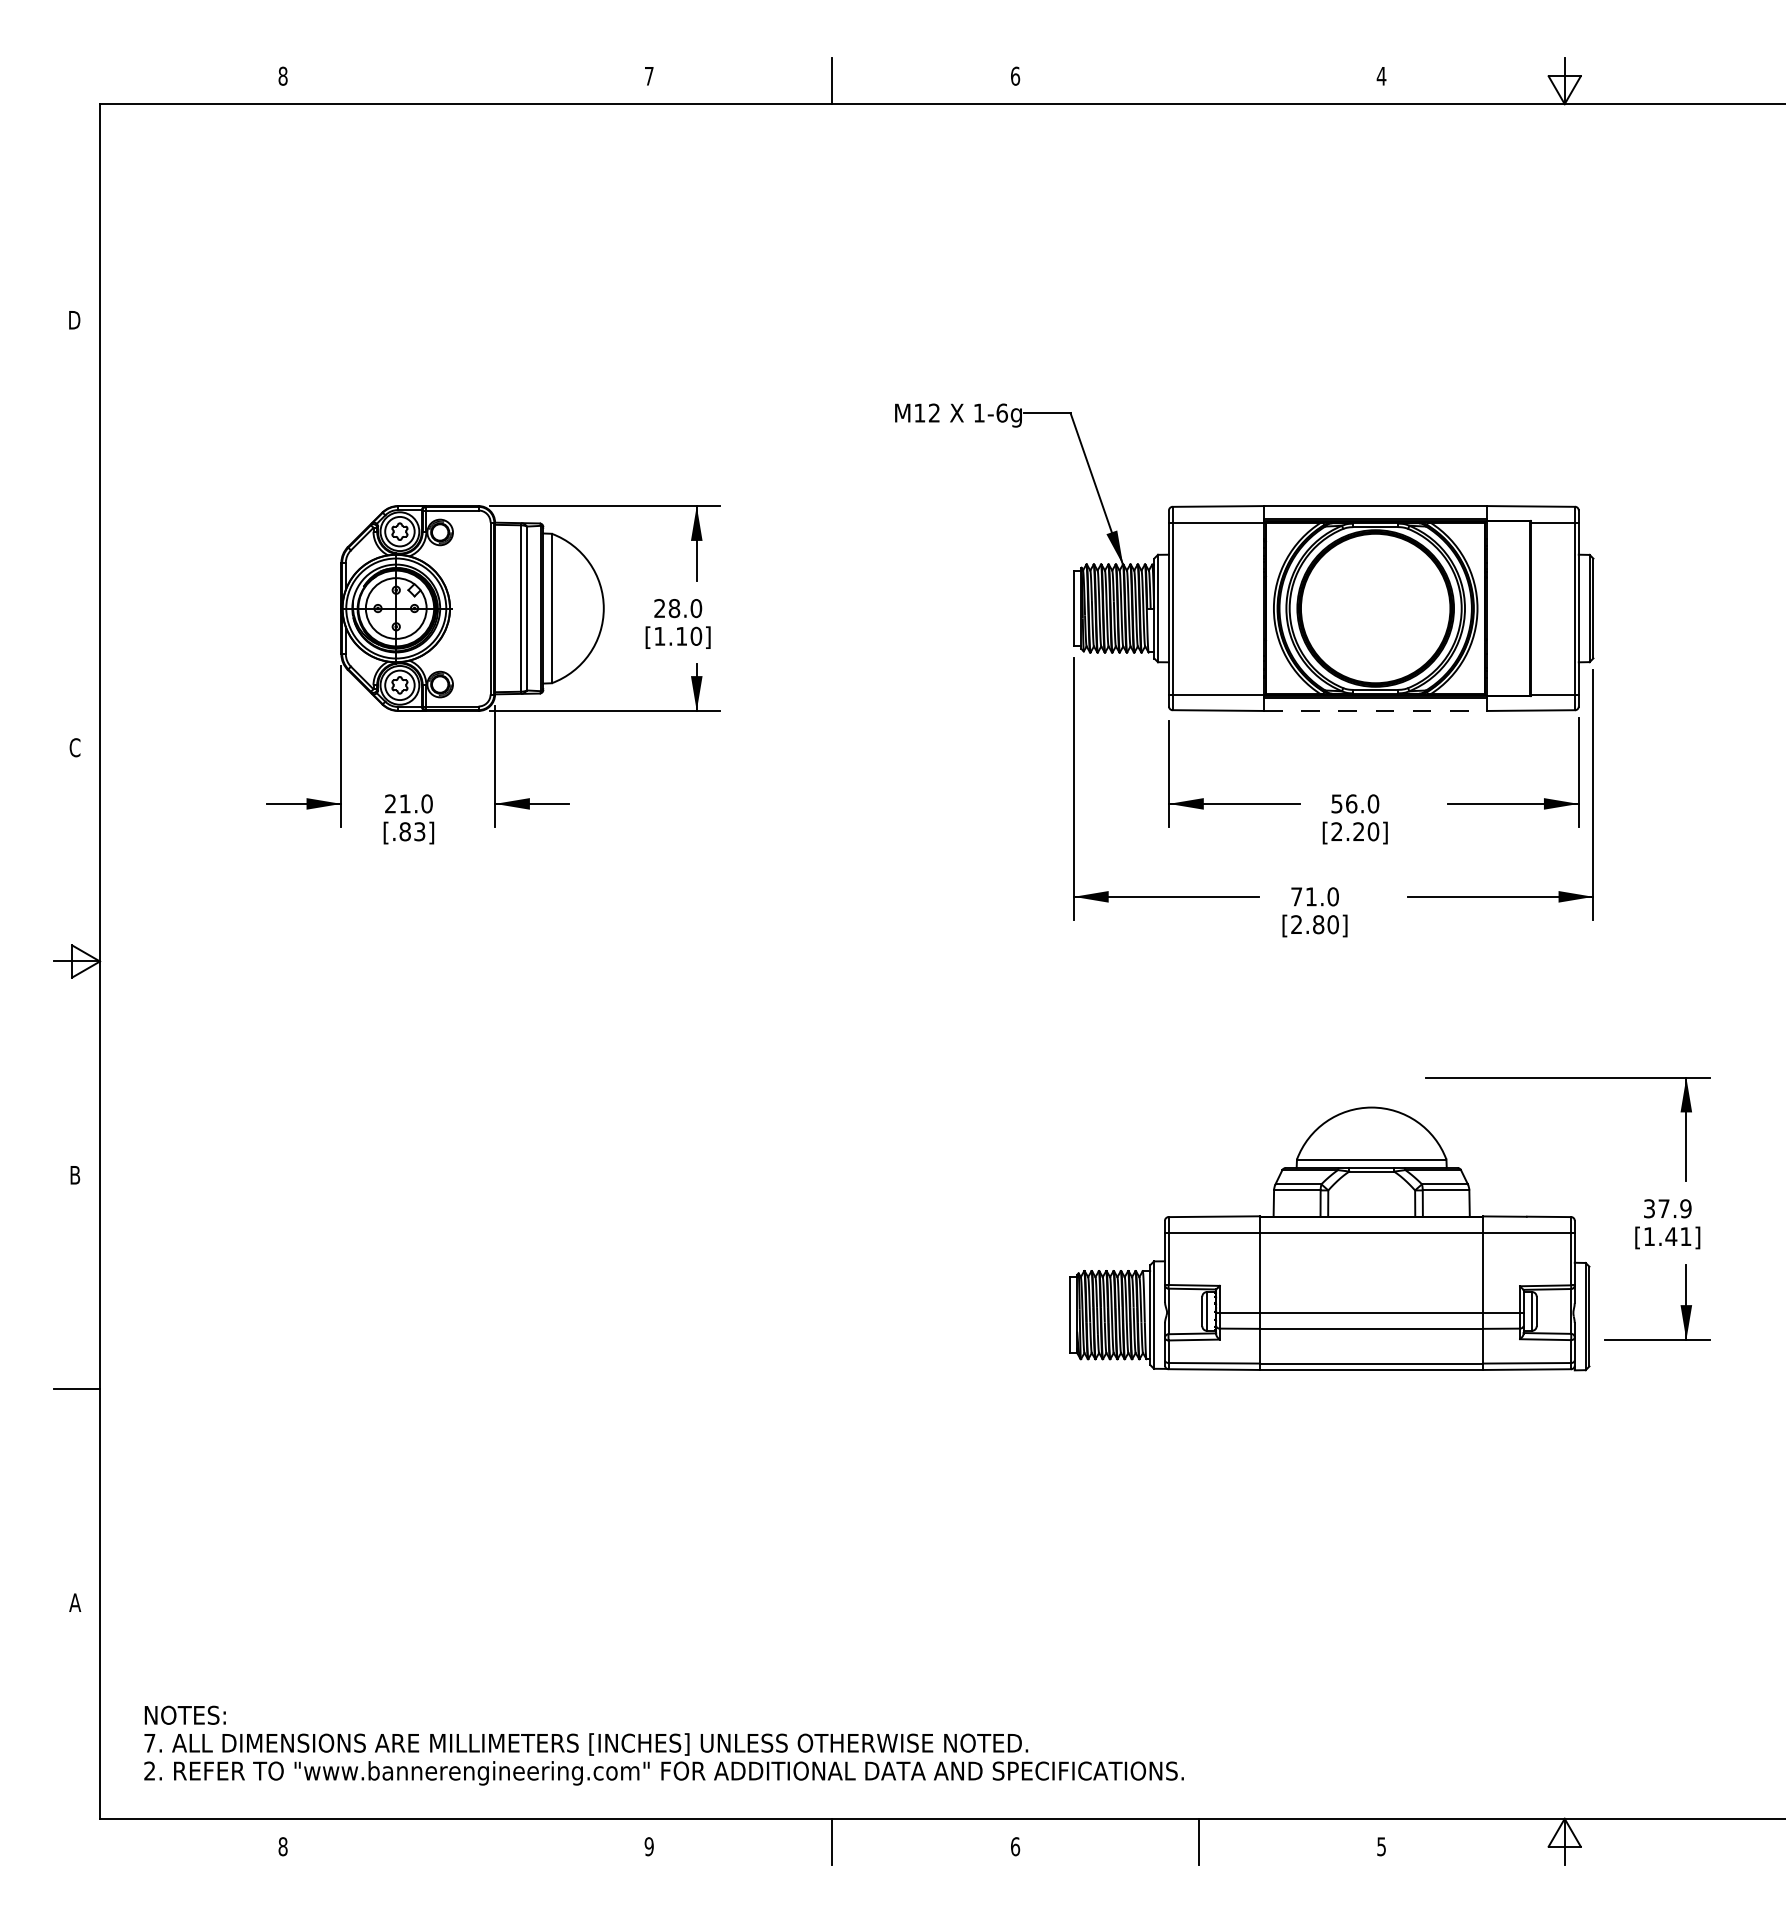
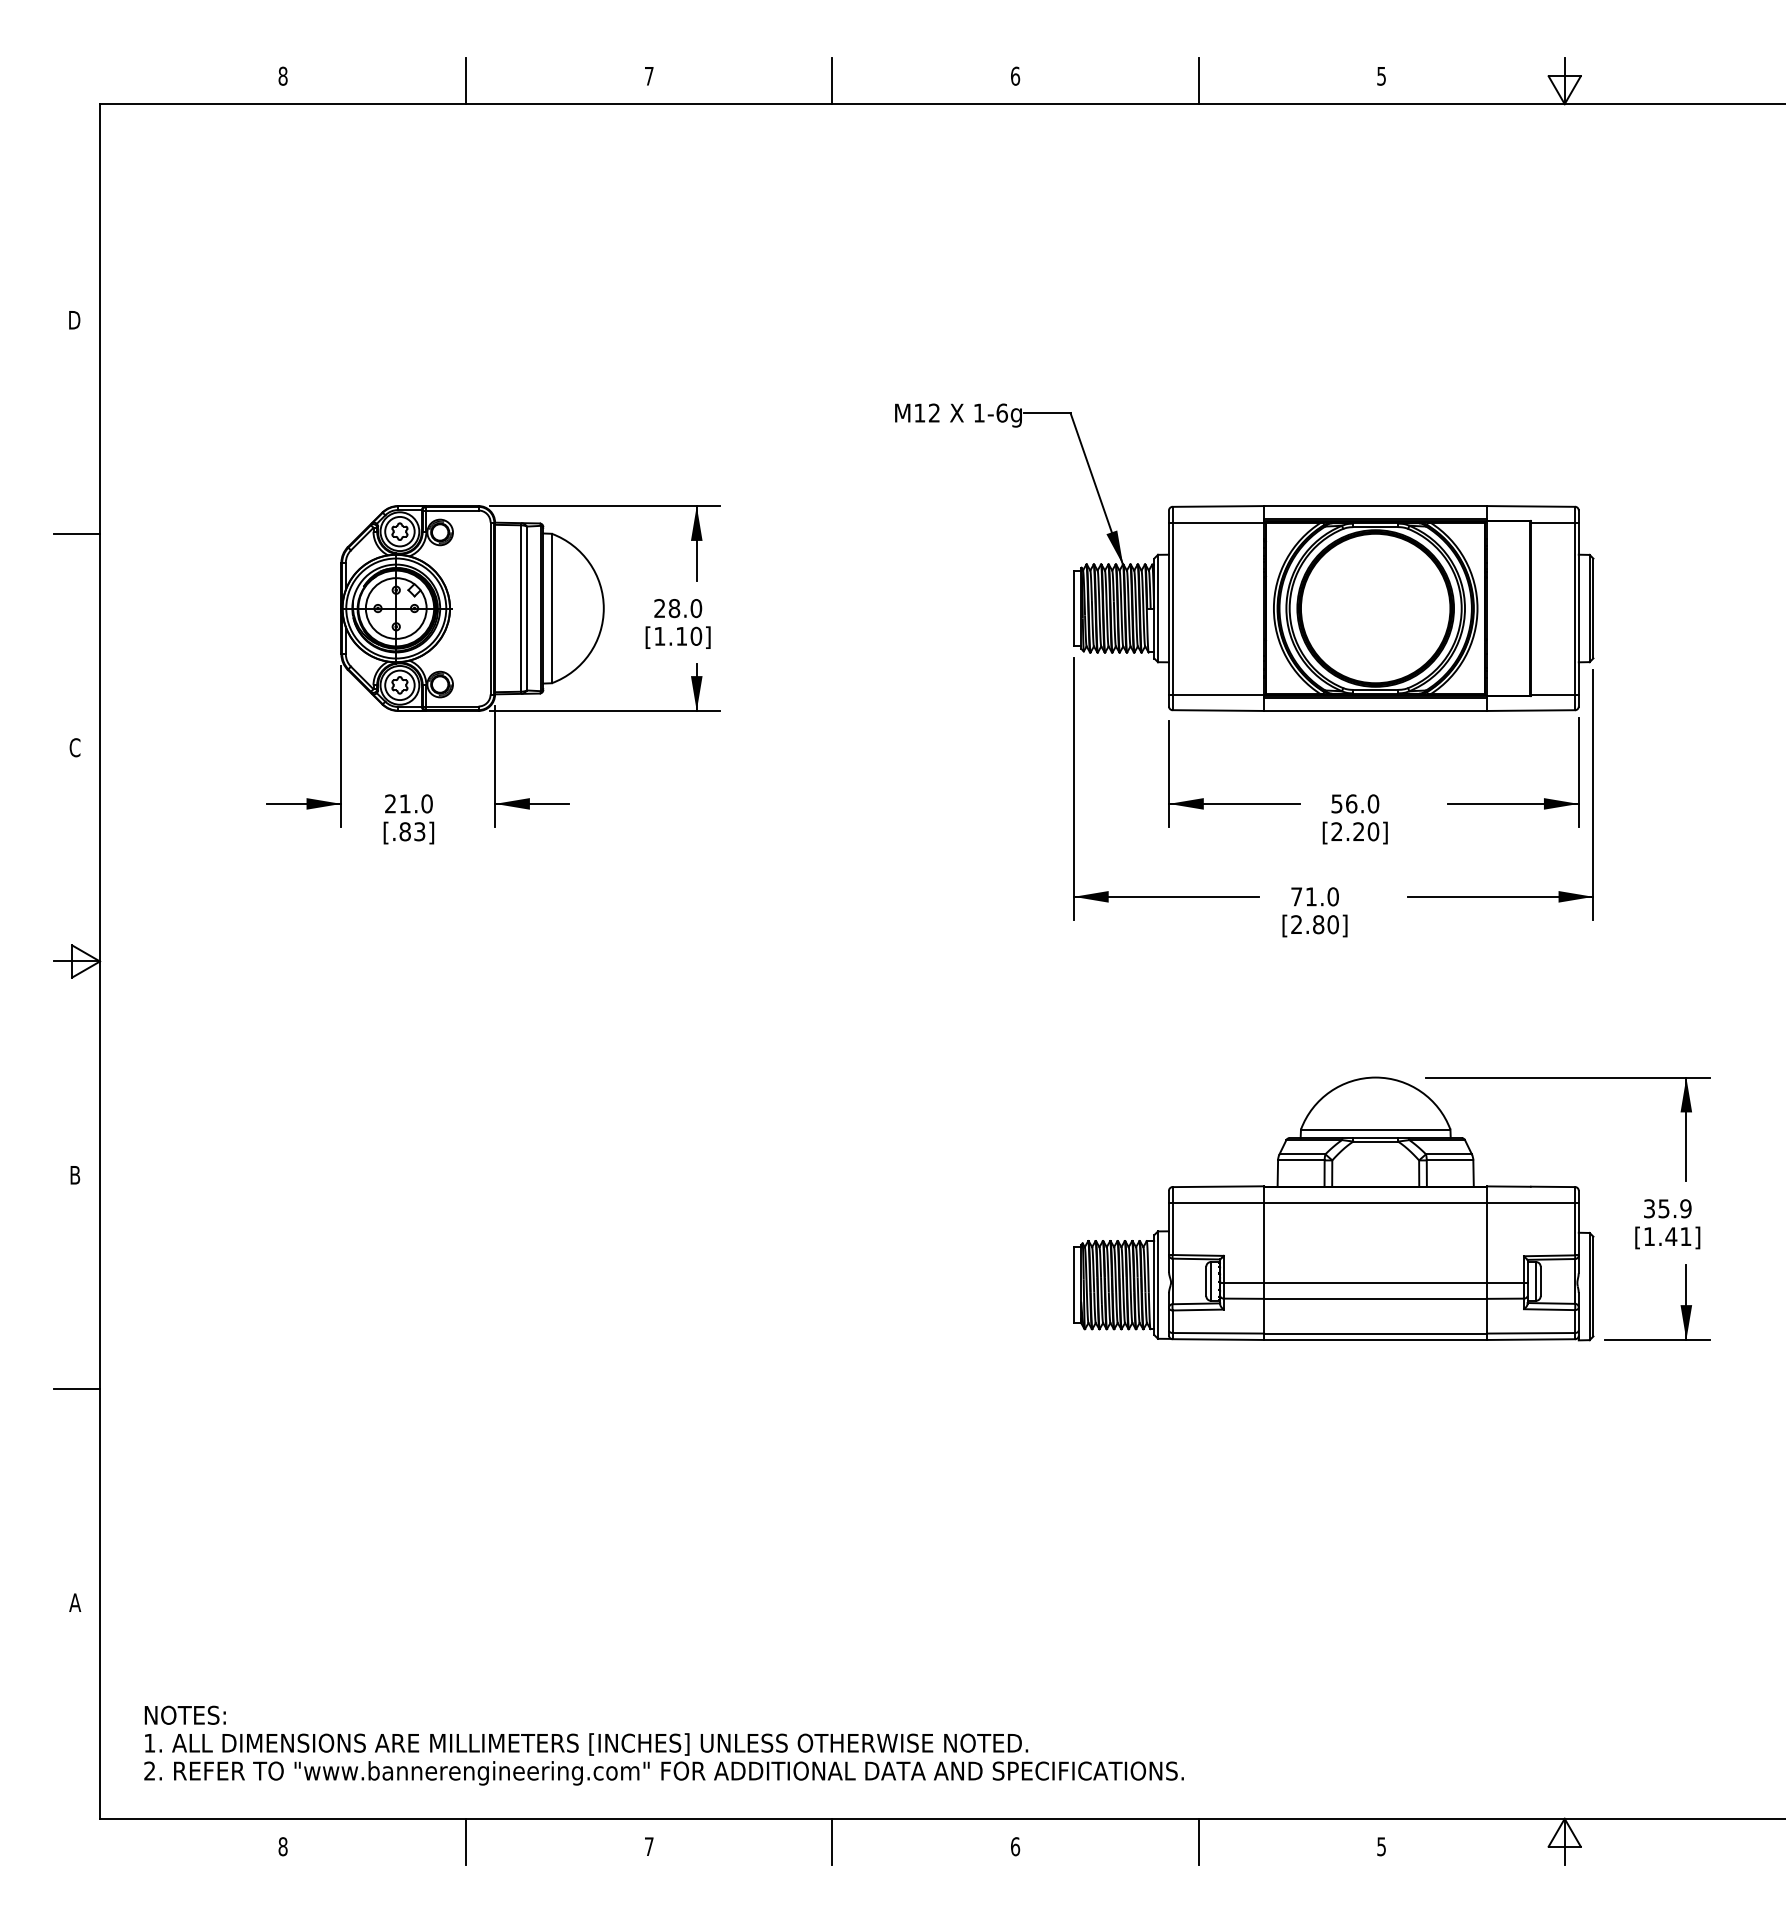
text at (1381, 76): 4 -> 5
line at (466, 80): none -> present
line at (1198, 80): none -> present
line at (76, 533): none -> present
line at (1375, 710): dashed -> solid
text at (1663, 1208): 37.9 -> 35.9
part at (1329, 1238) position: (1329, 1238) -> (1333, 1208)
text at (149, 1743): 7. -> 1.
line at (466, 1841): none -> present
text at (648, 1846): 9 -> 7
